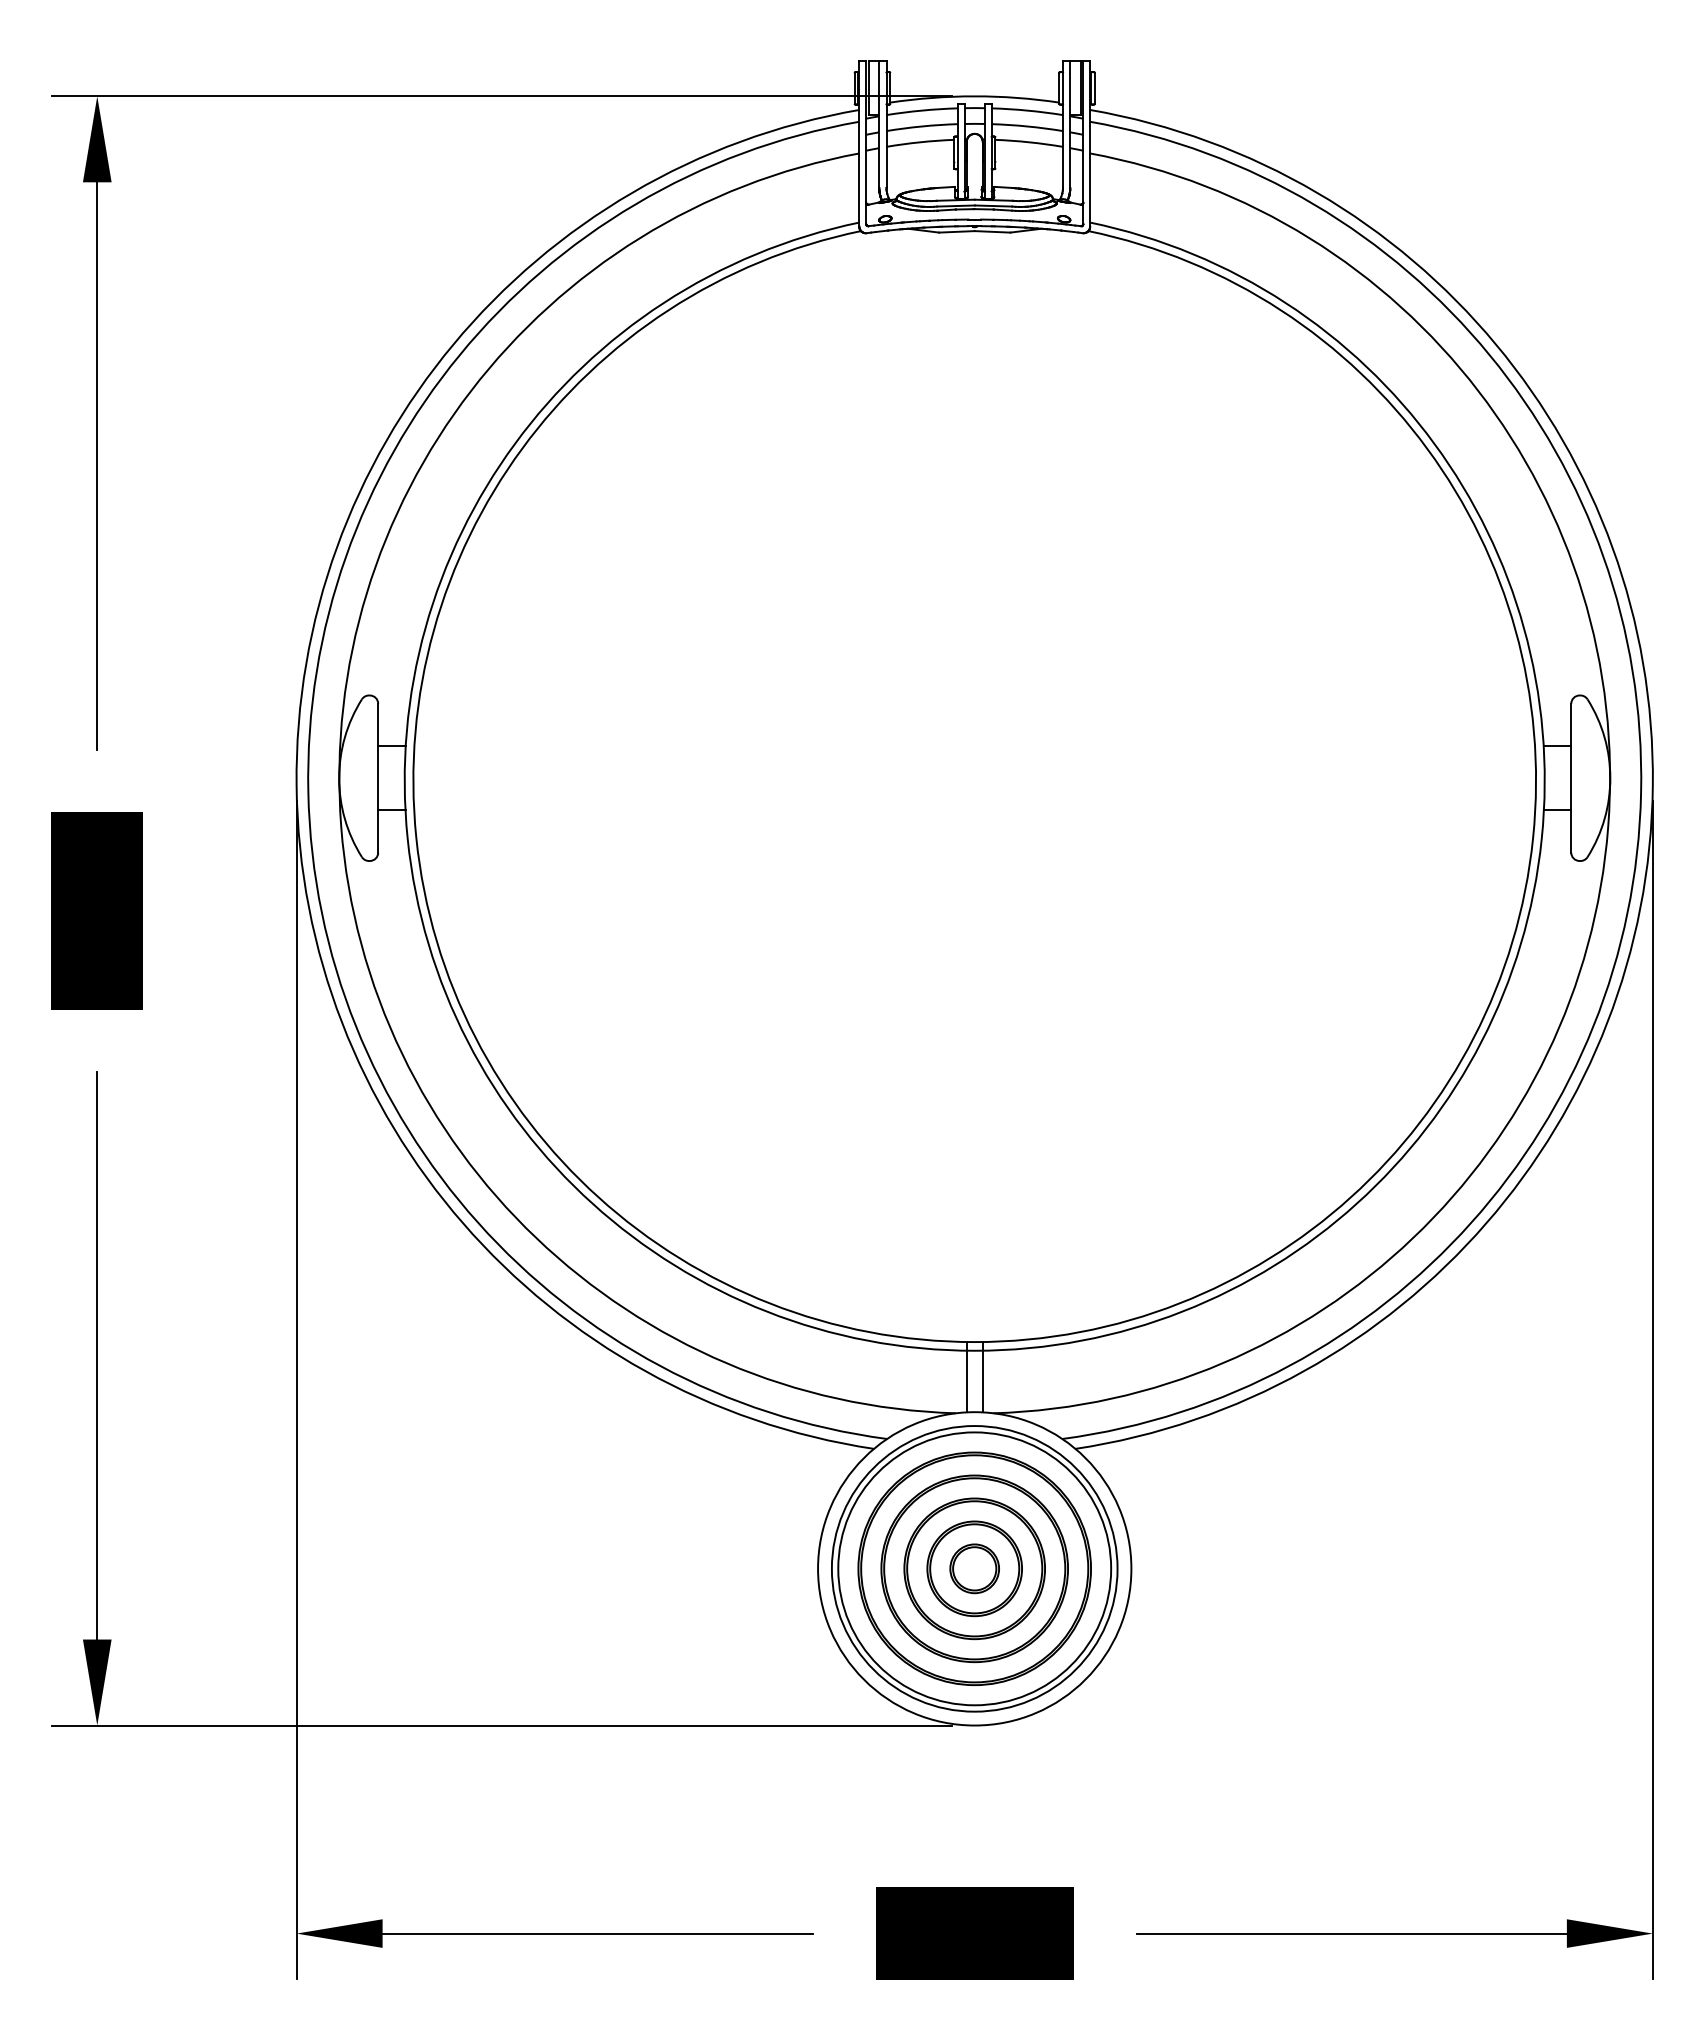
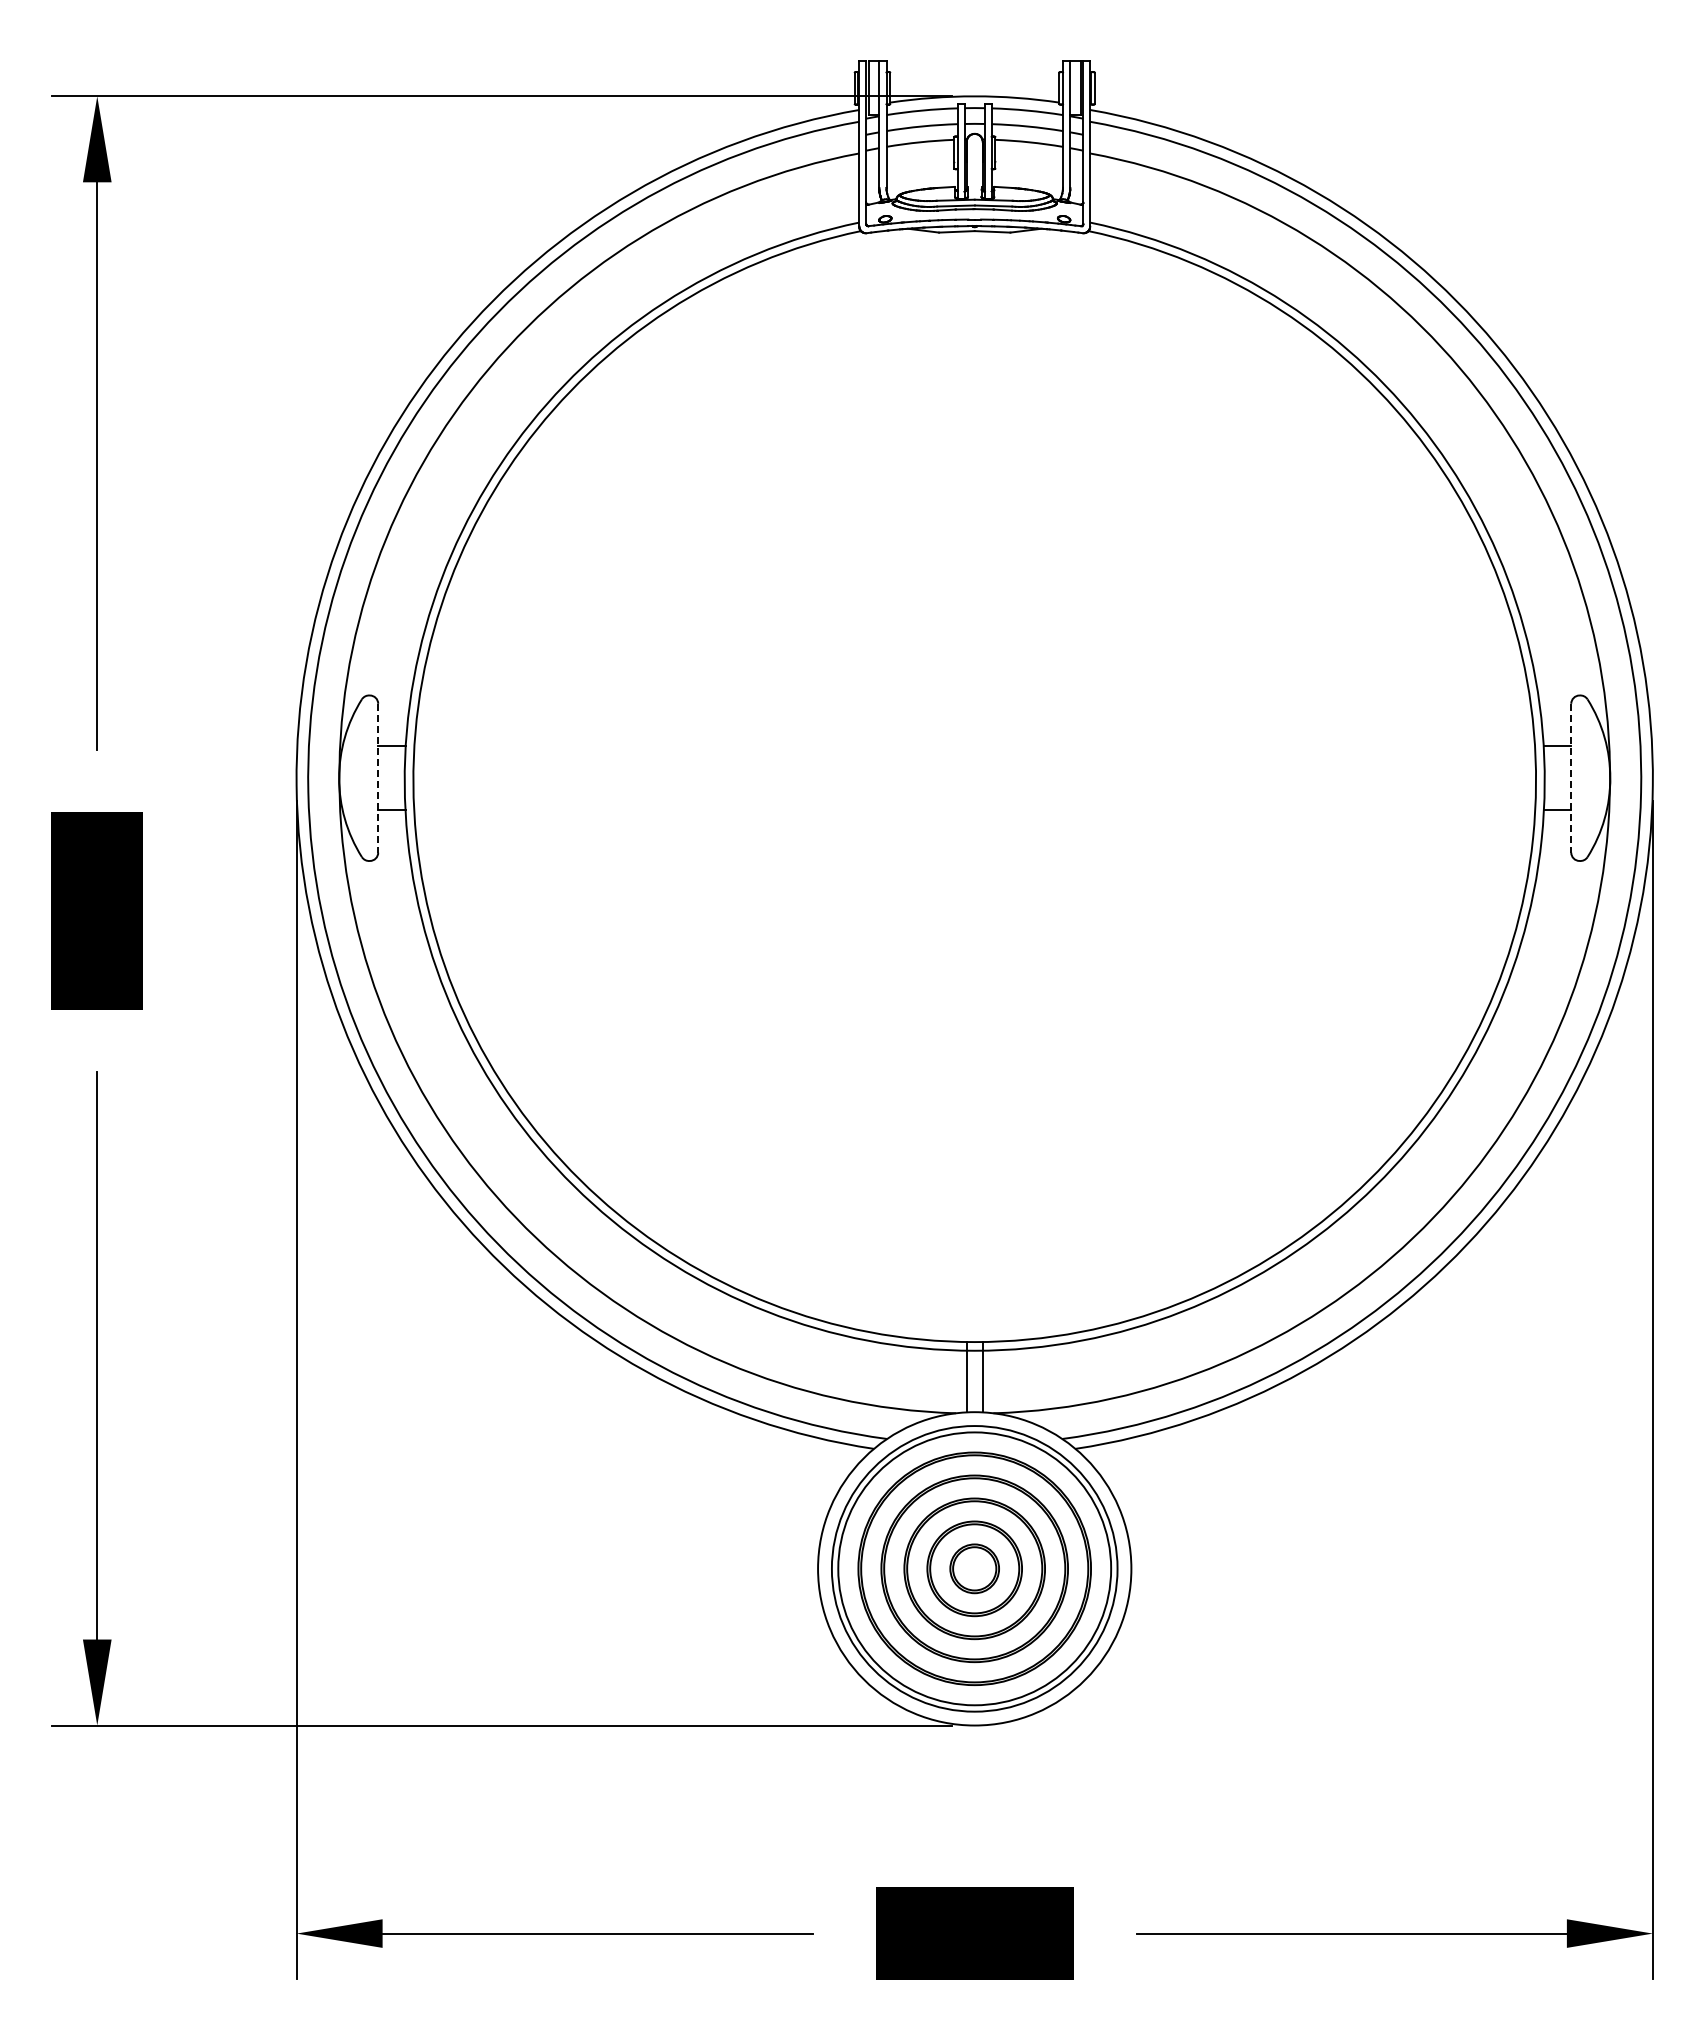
line at (378, 778): solid -> dashed
line at (1571, 778): solid -> dashed
